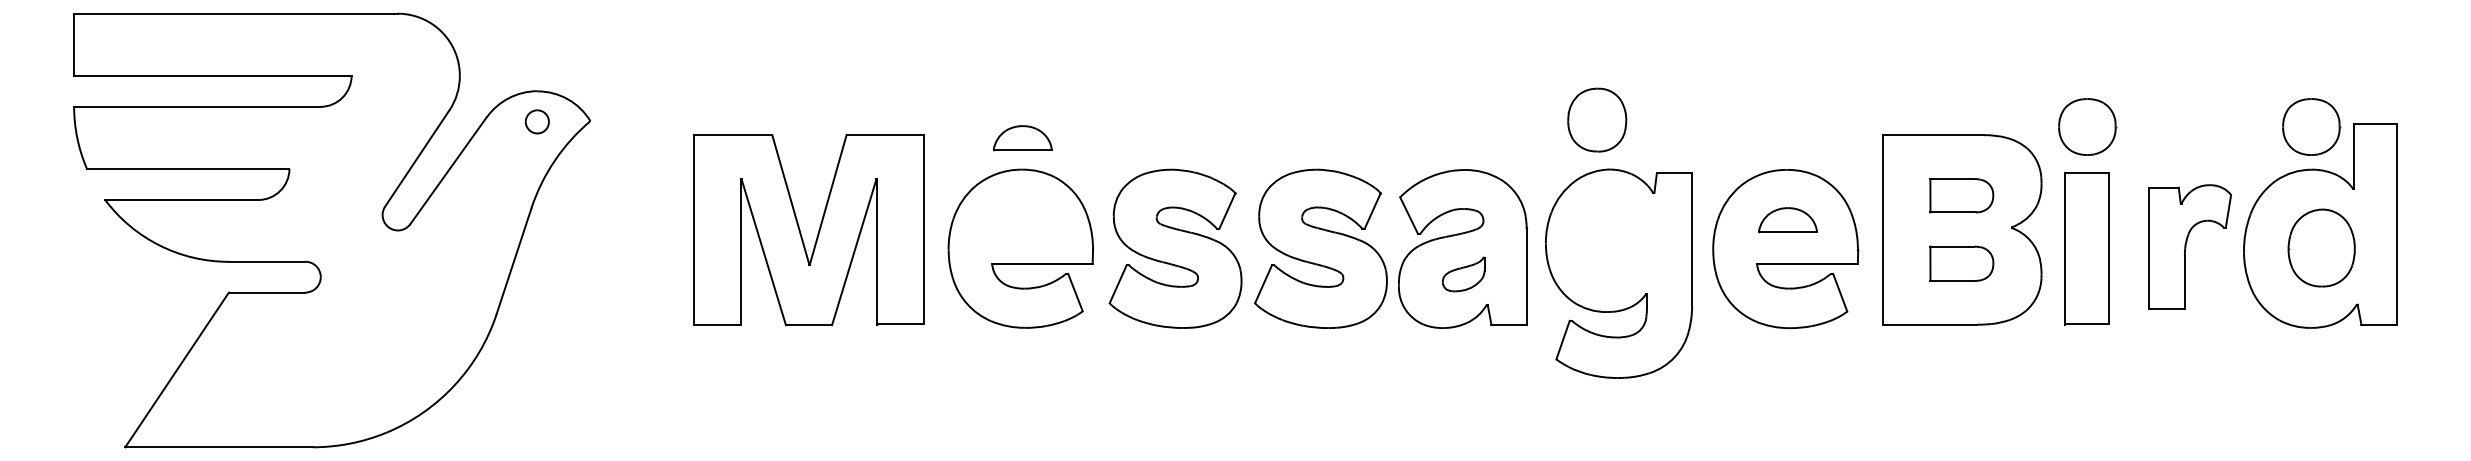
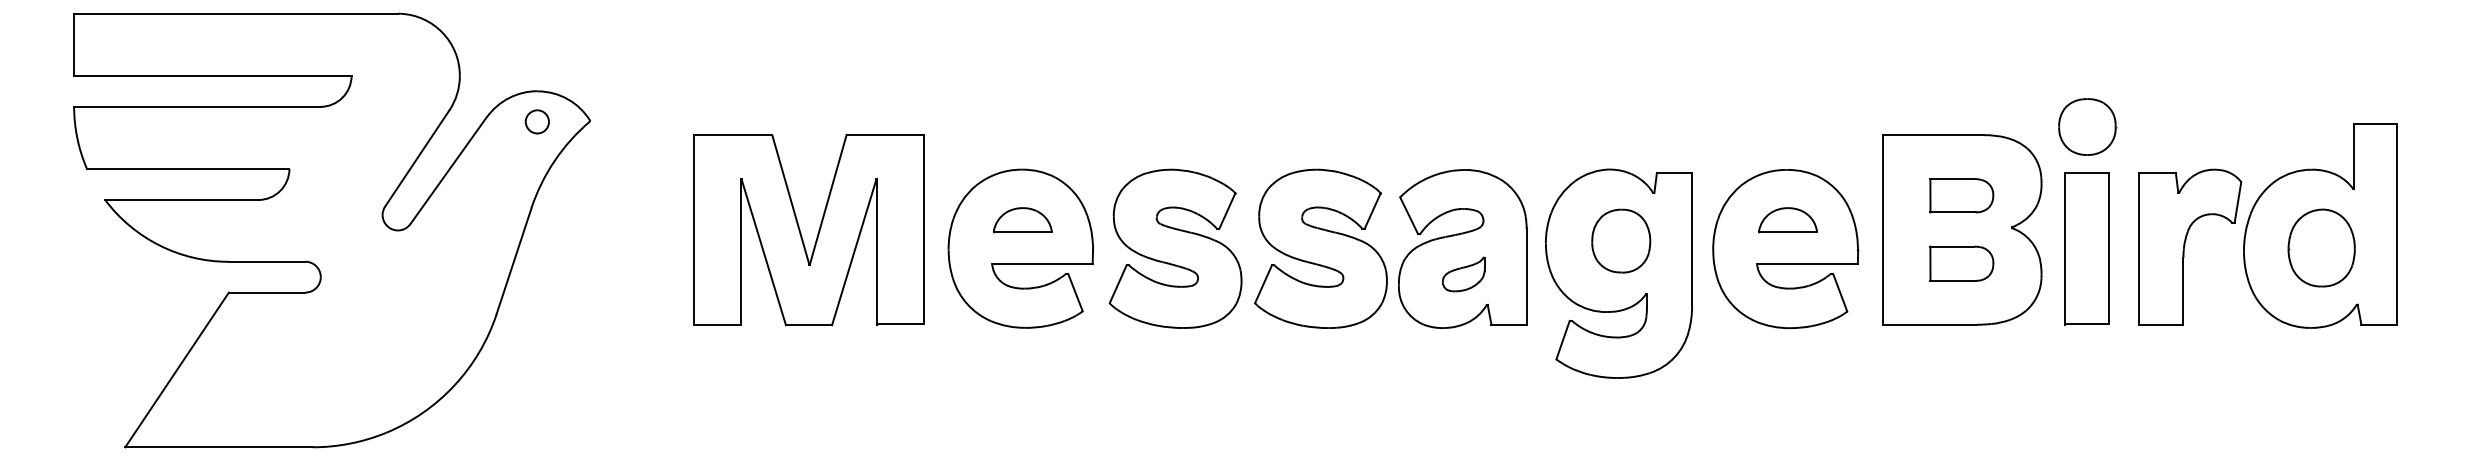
part at (1597, 119) position: (1597, 119) -> (1621, 240)
part at (2311, 126): present -> none
part at (1022, 138) position: (1022, 138) -> (1022, 220)
part at (2189, 246) size: 84x126 px -> 105x158 px
